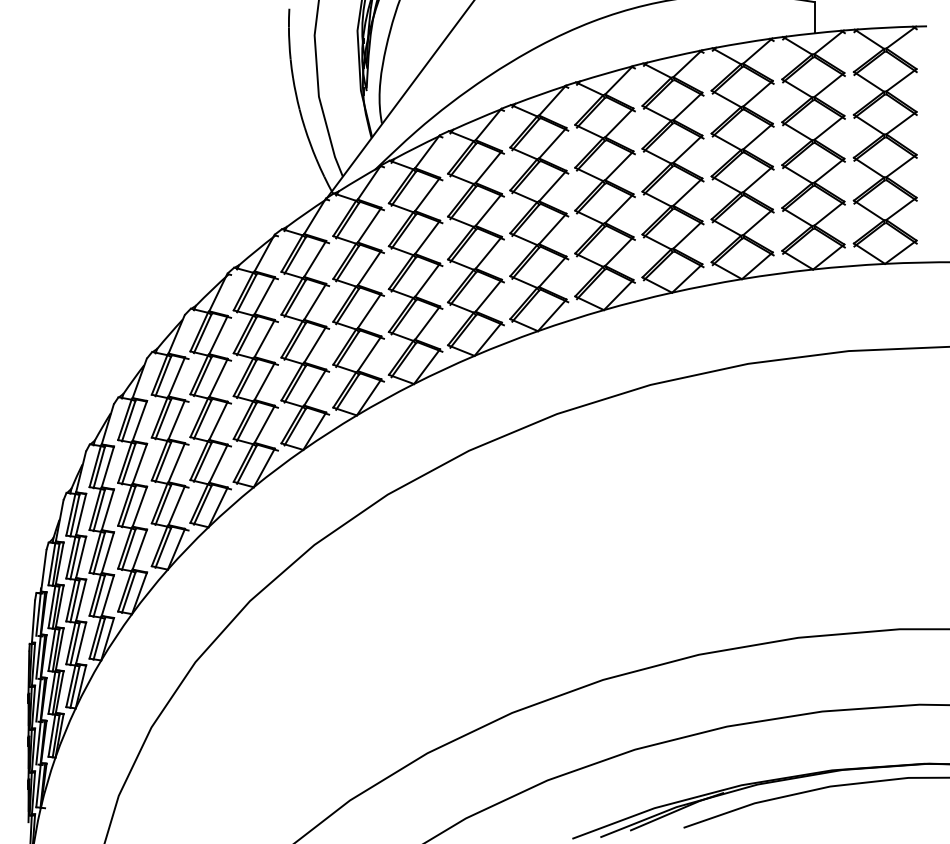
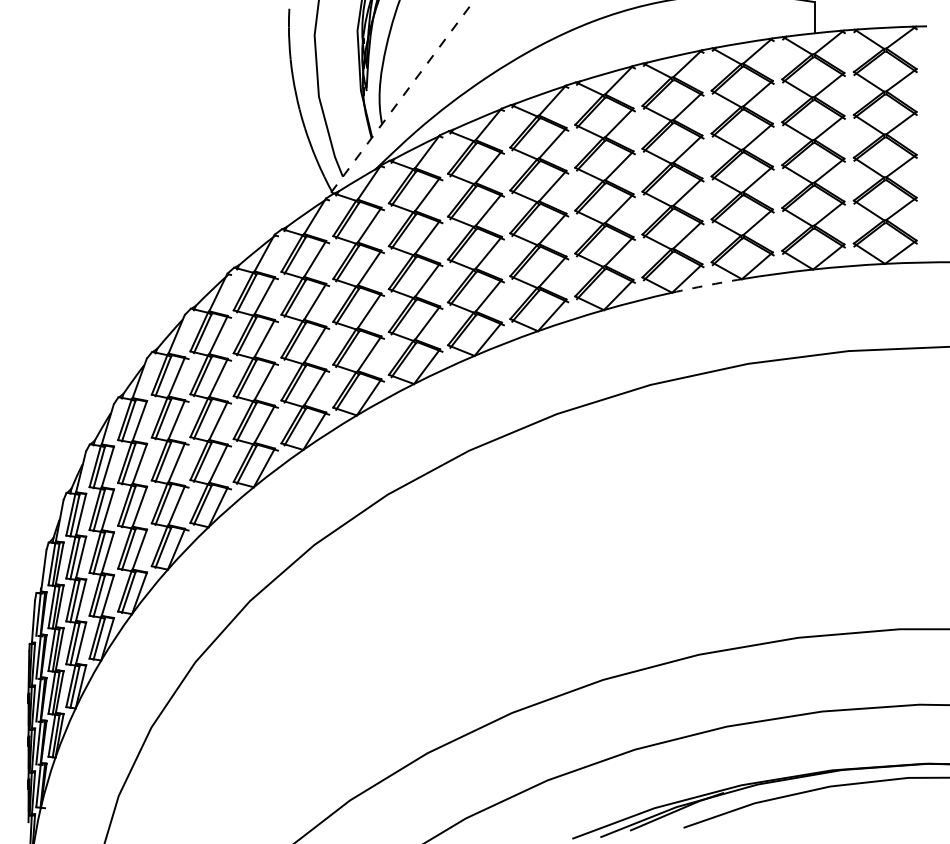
line at (400, 99): solid -> dashed
arc at (706, 285): solid -> dashed
